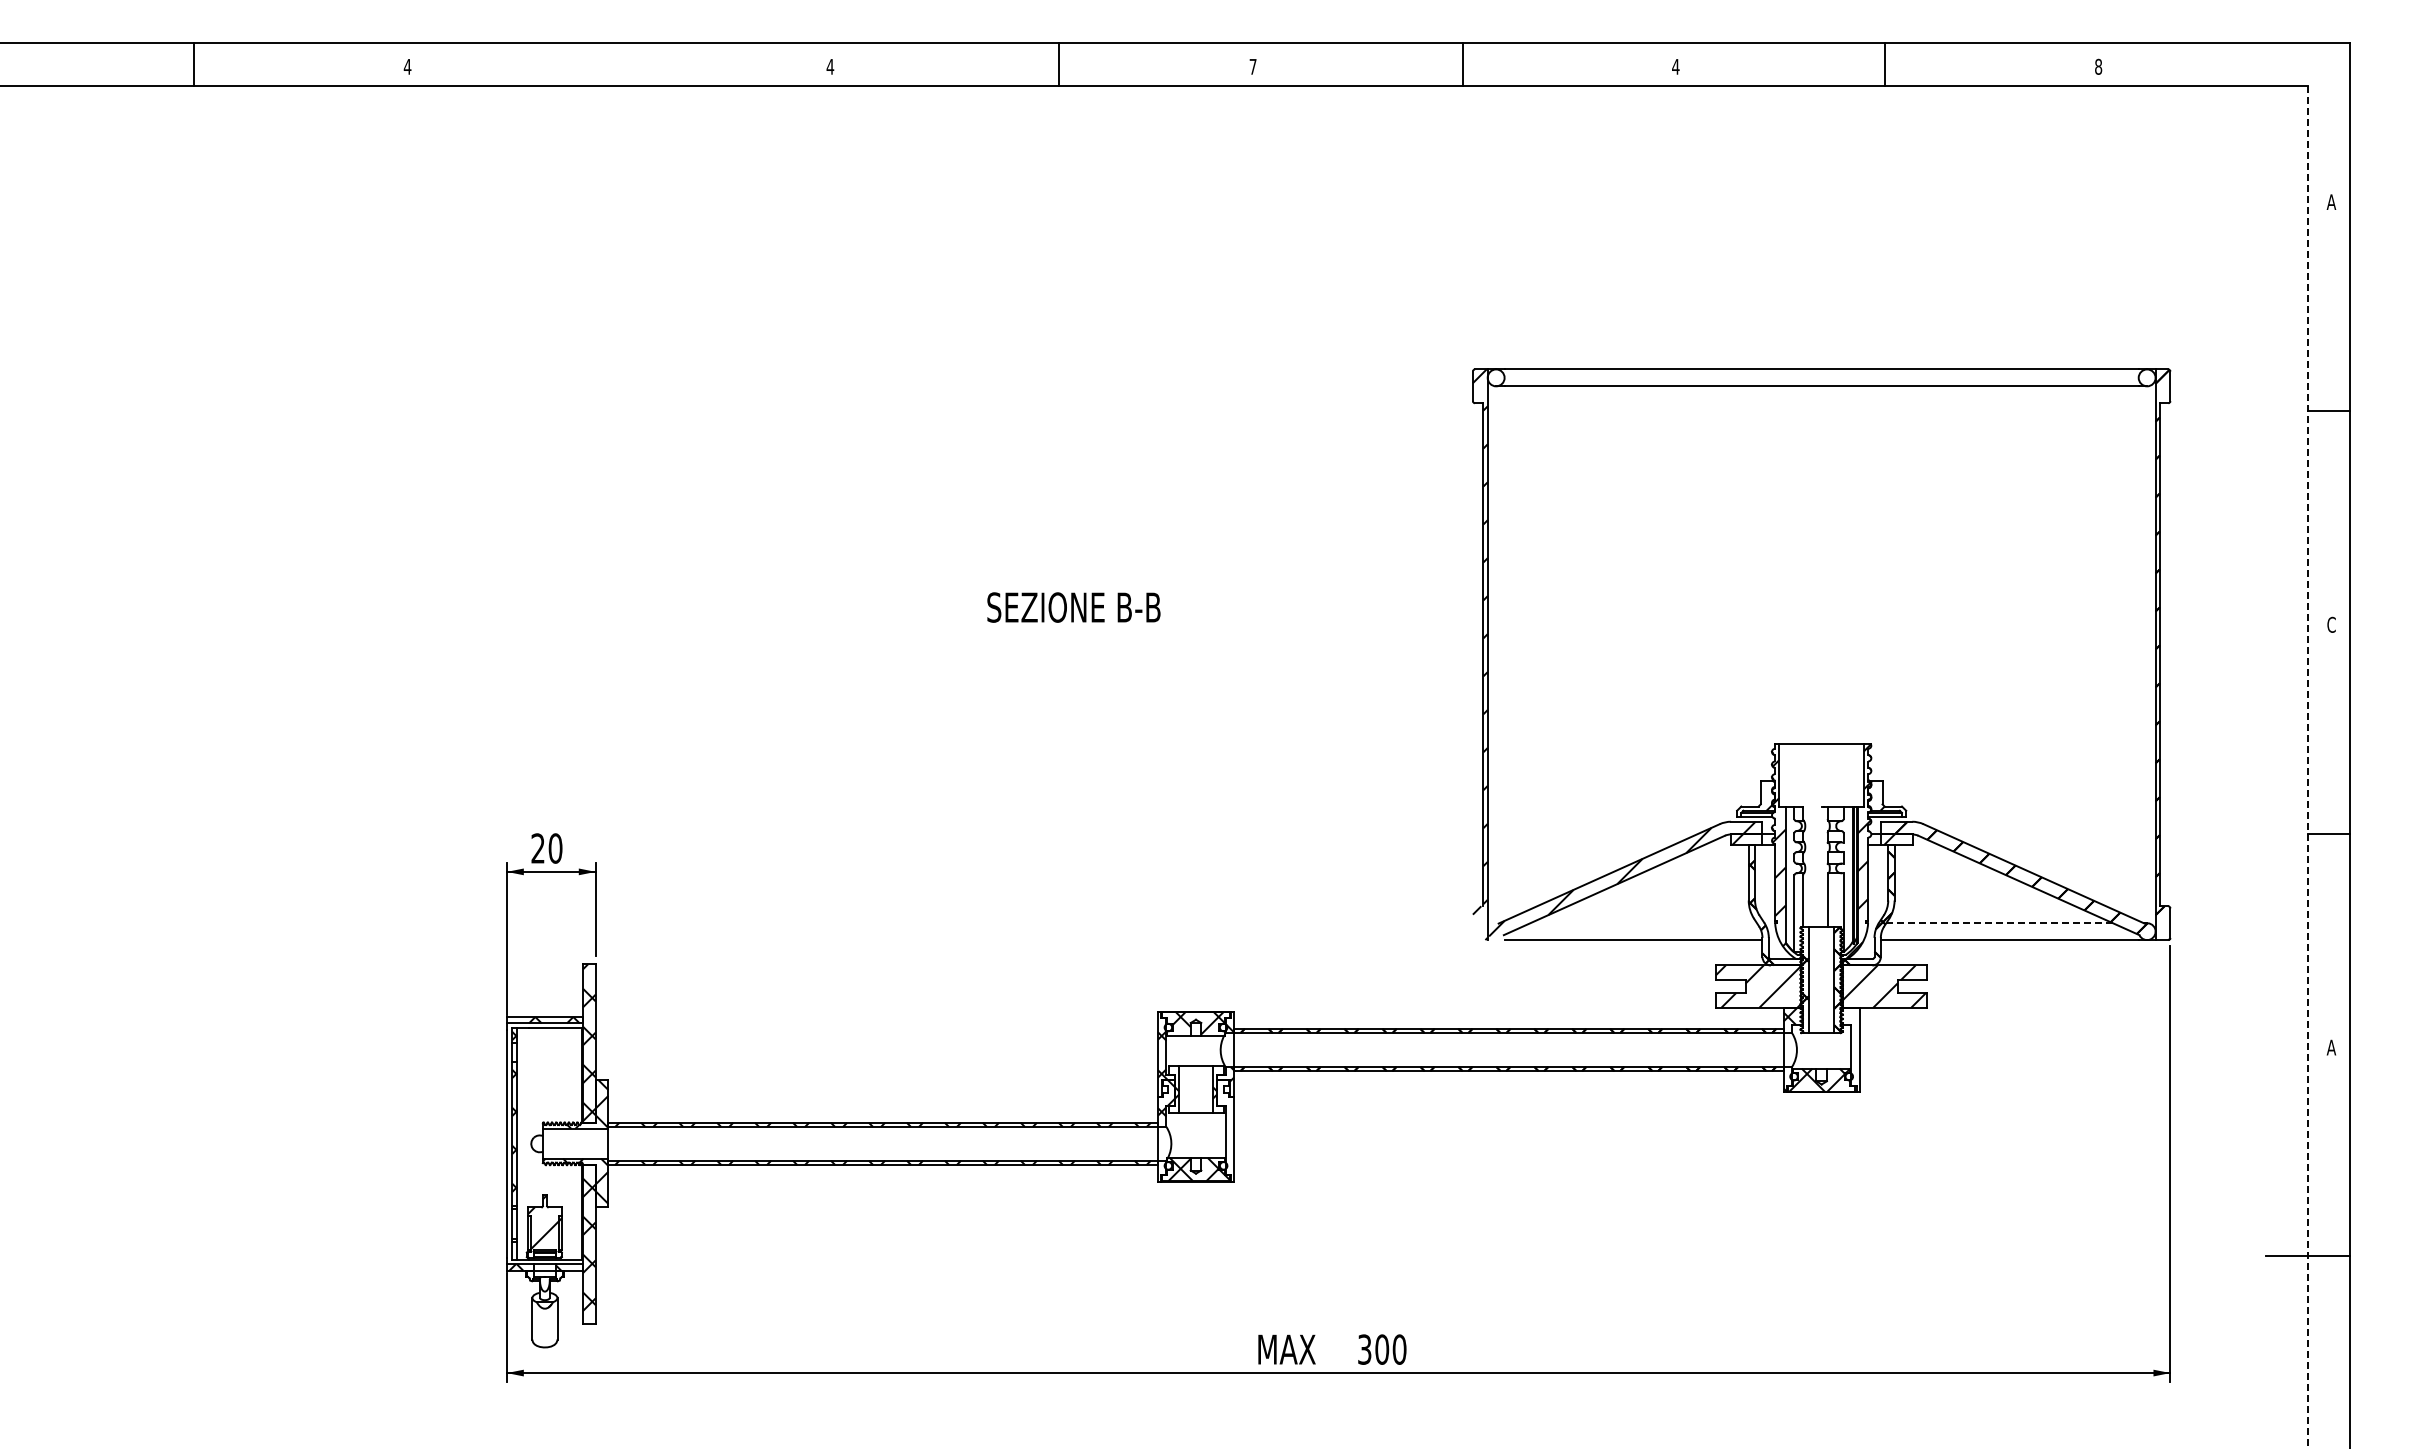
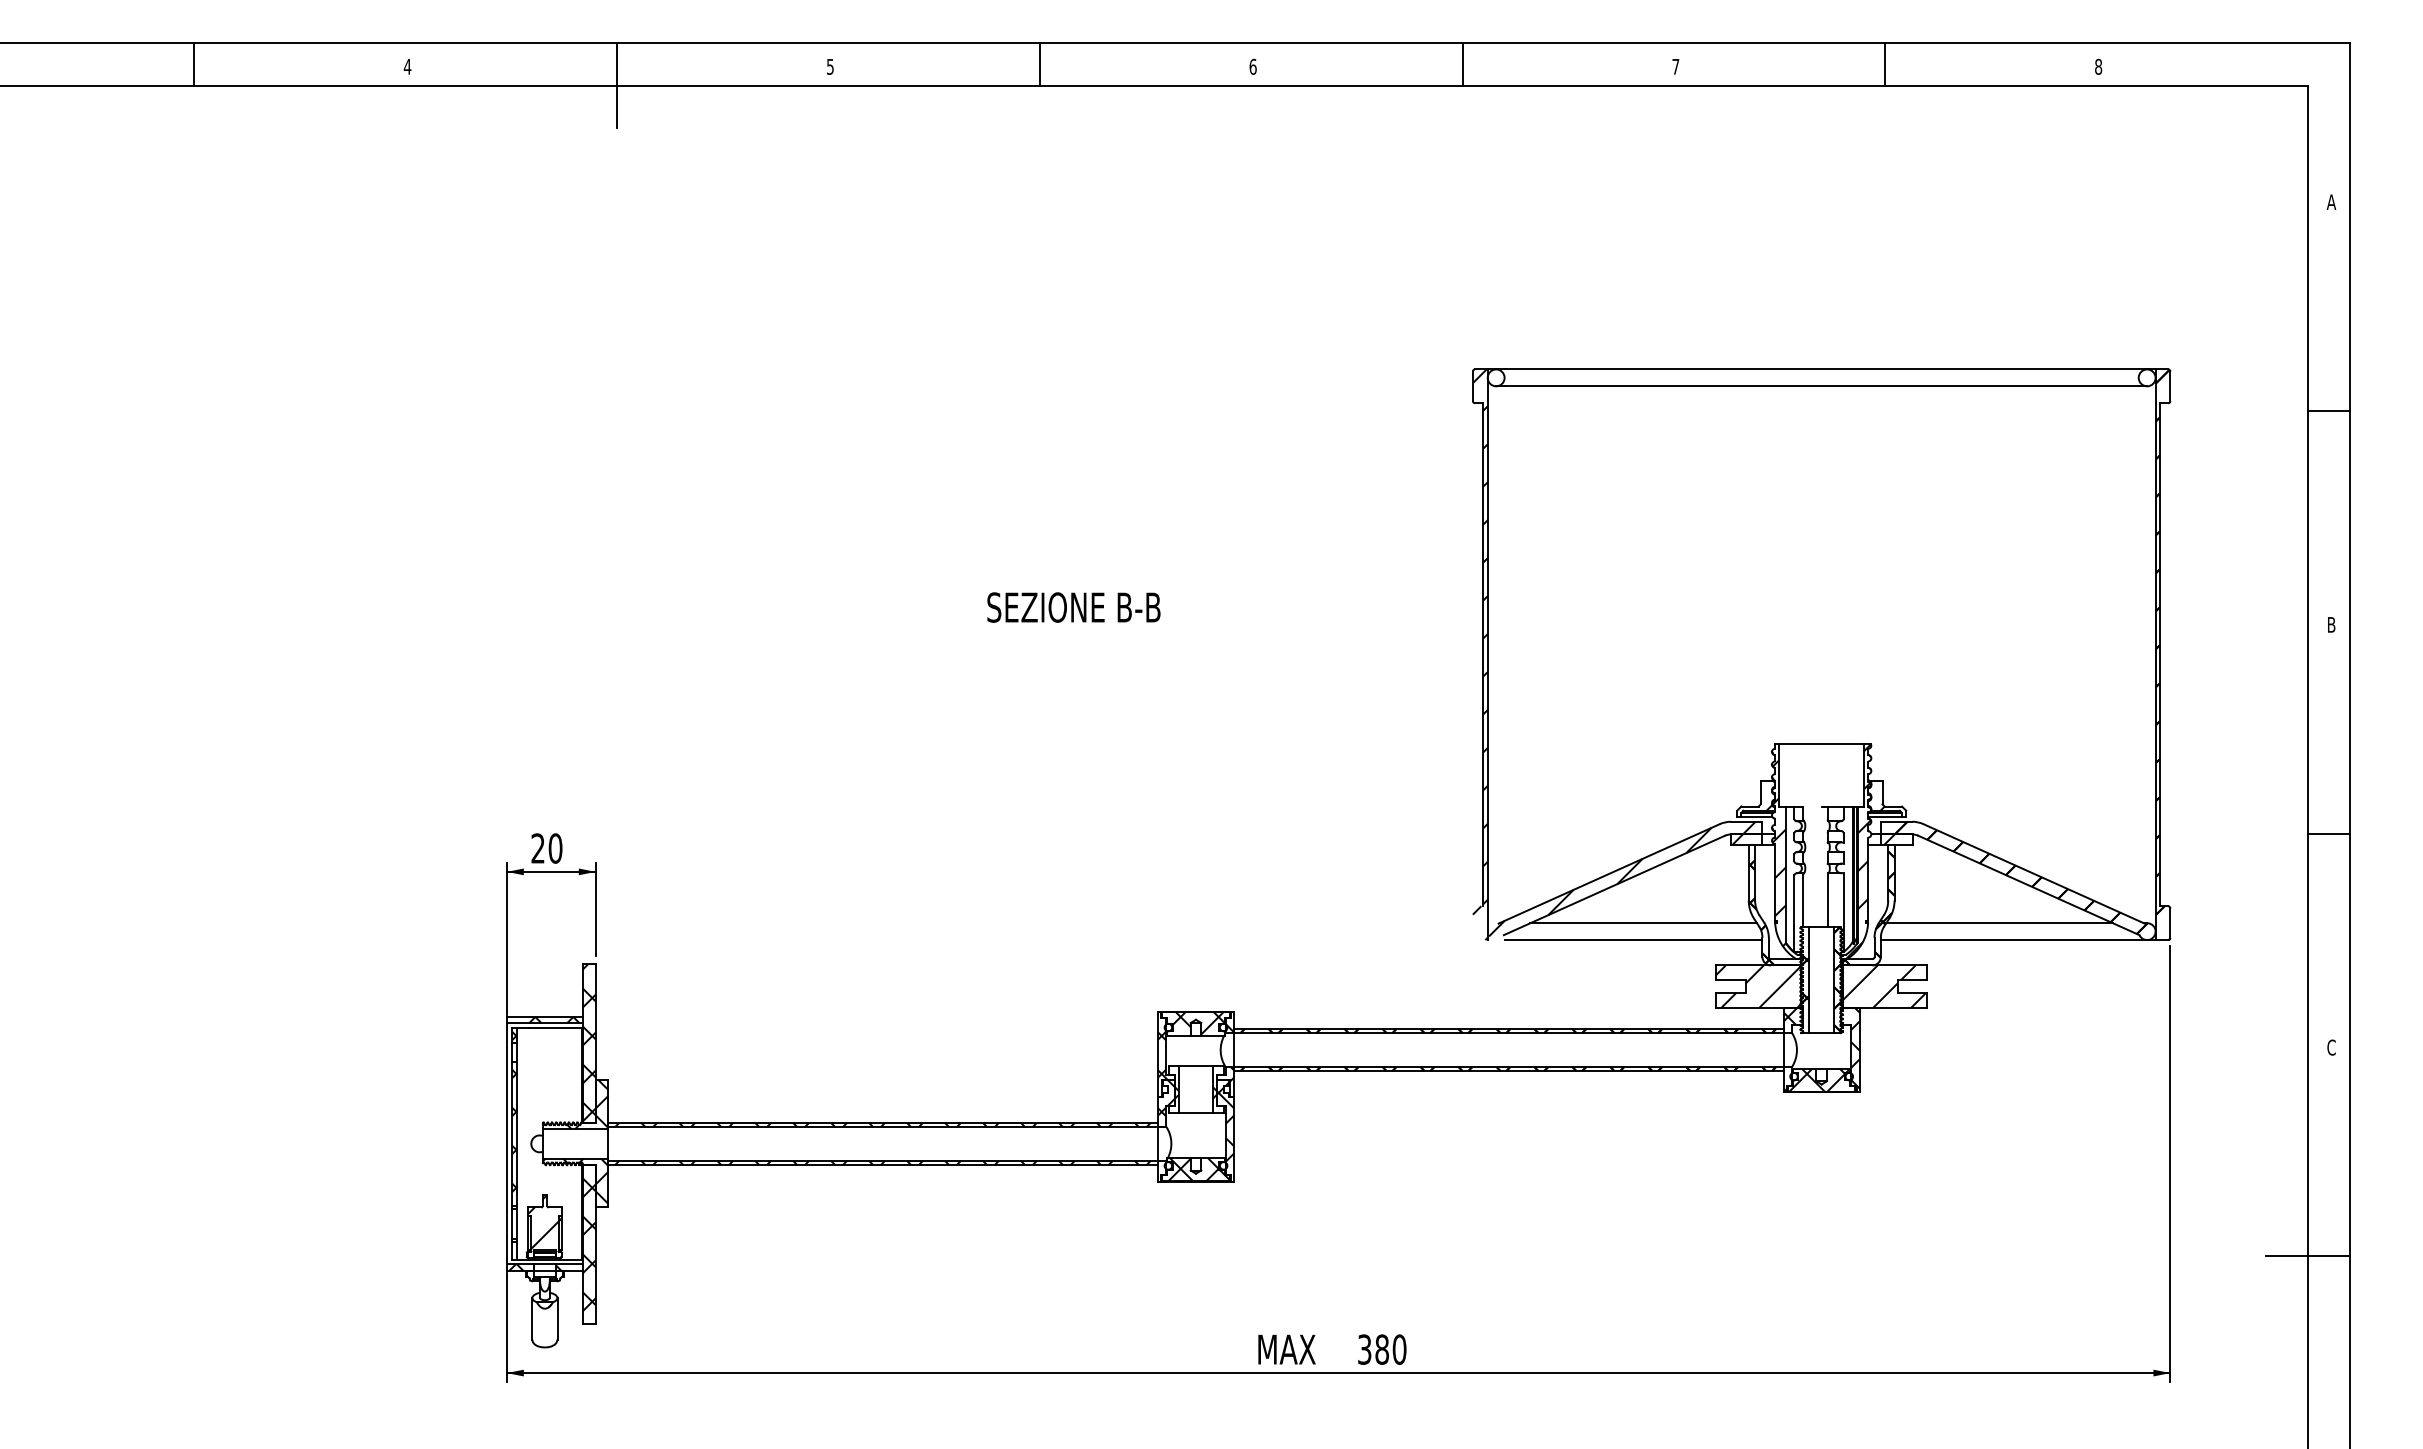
line at (1058, 64) position: (1058, 64) -> (1039, 64)
text at (830, 66): 4 -> 5
text at (1252, 66): 7 -> 6
text at (1675, 66): 4 -> 7
line at (617, 85): none -> present
text at (2331, 624): C -> B
line at (2308, 767): dashed -> solid
line at (1643, 923): none -> present
line at (1999, 923): dashed -> solid
hatch at (1855, 1047): none -> present
text at (2331, 1047): A -> C
hatch at (1225, 1131): none -> present
text at (1382, 1349): 300 -> 380
